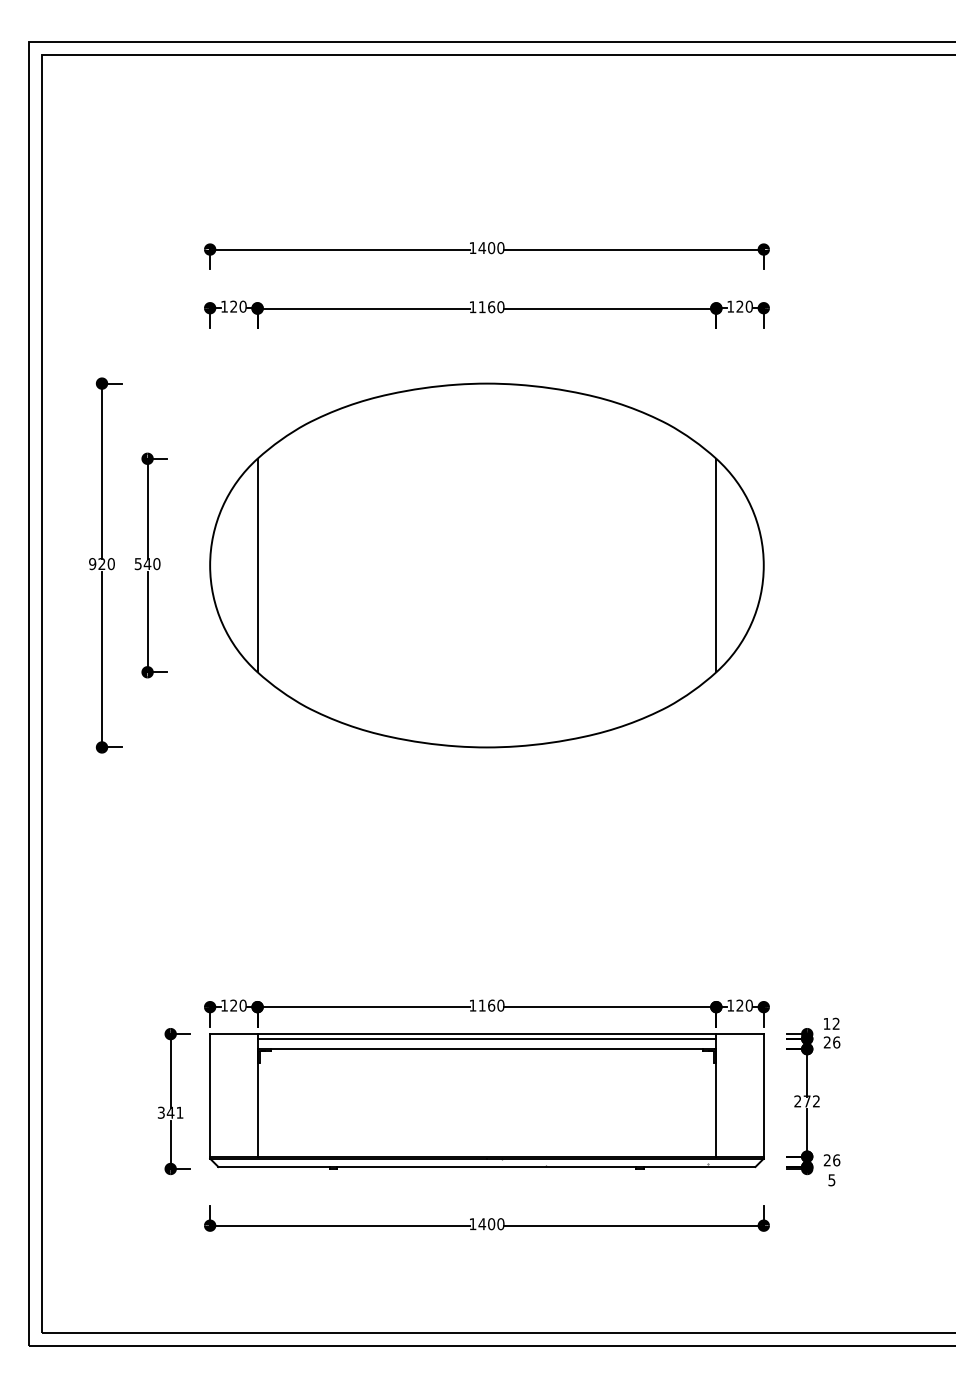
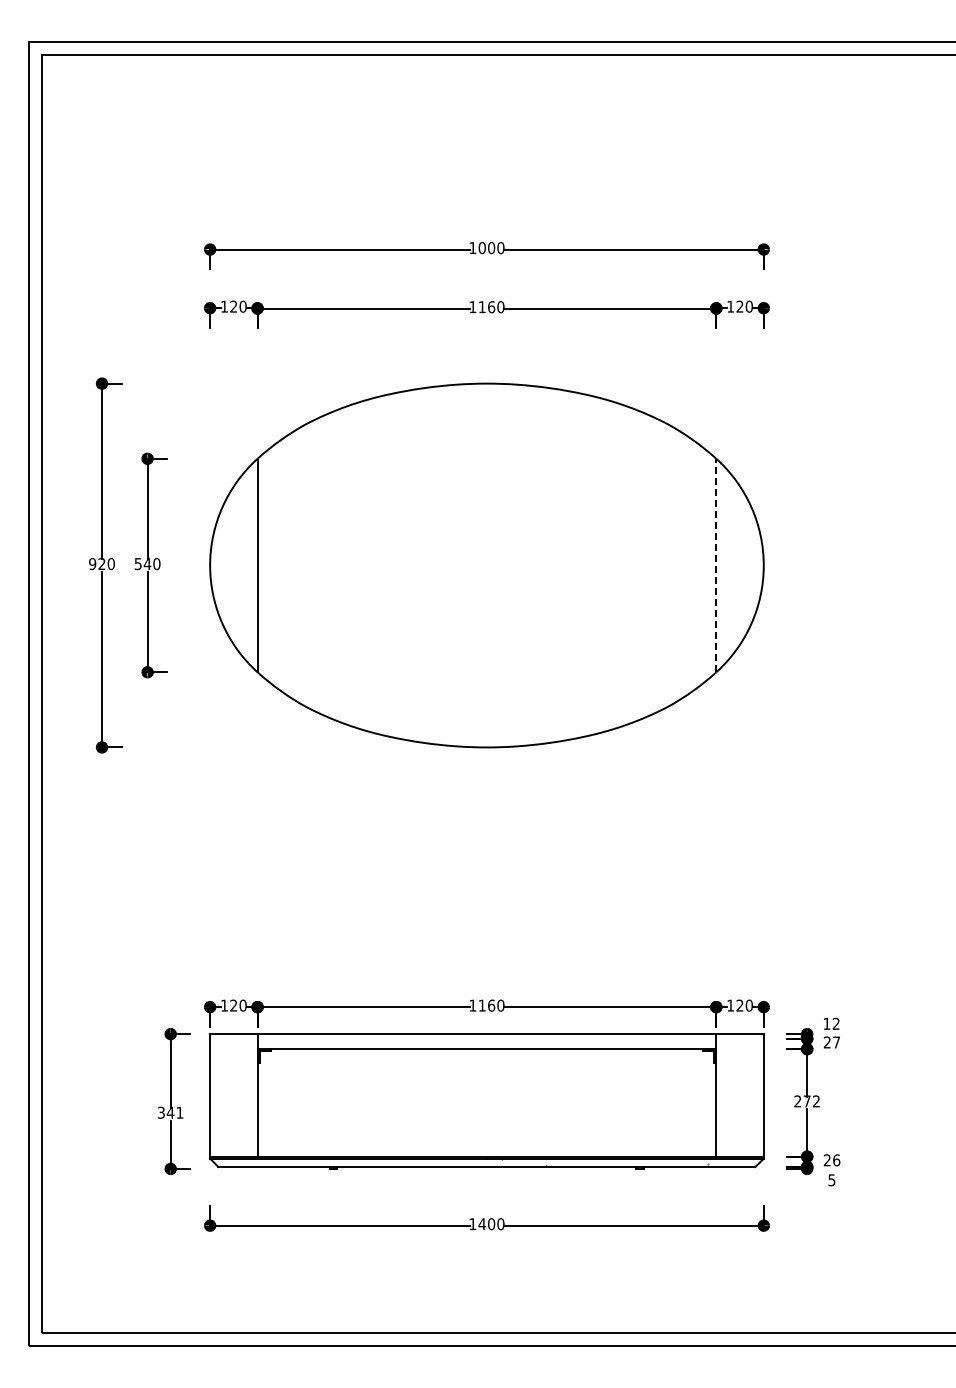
text at (482, 248): 1400 -> 1000
line at (716, 565): solid -> dashed
line at (486, 1038): present -> none
text at (836, 1042): 26 -> 27
